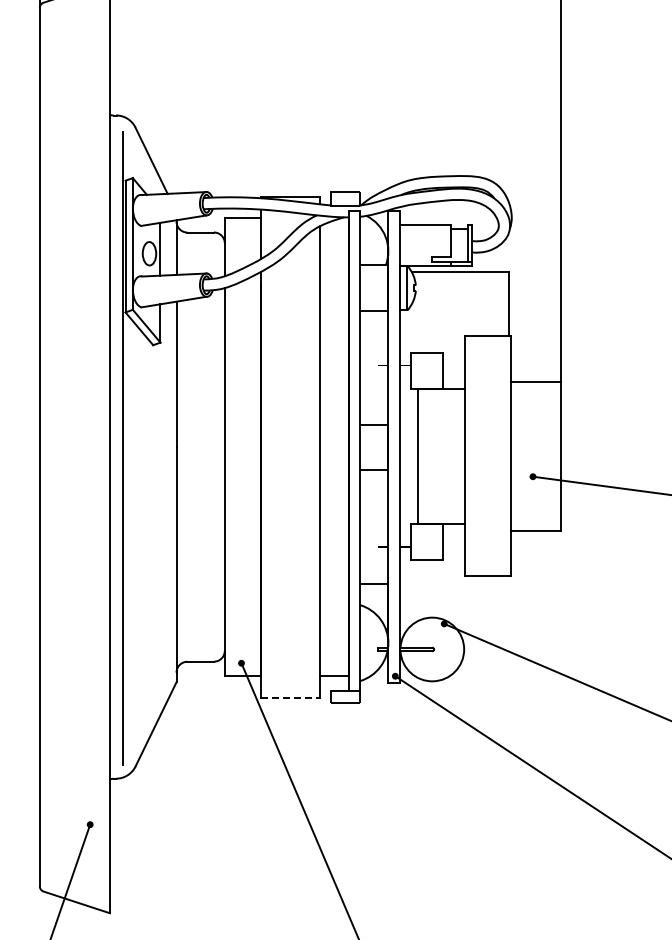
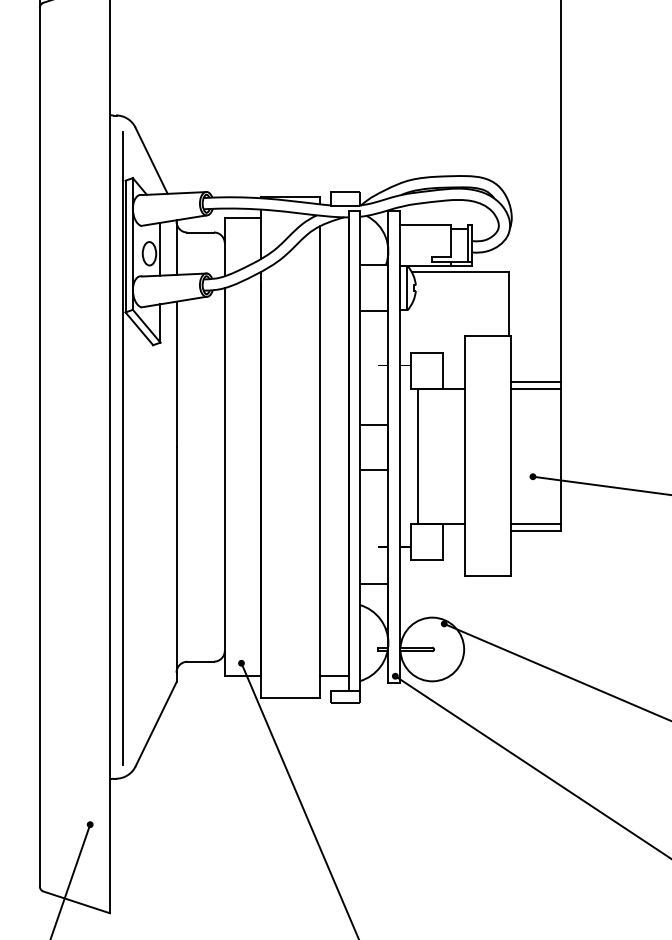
line at (535, 389): none -> present
line at (535, 523): none -> present
line at (290, 697): dashed -> solid
